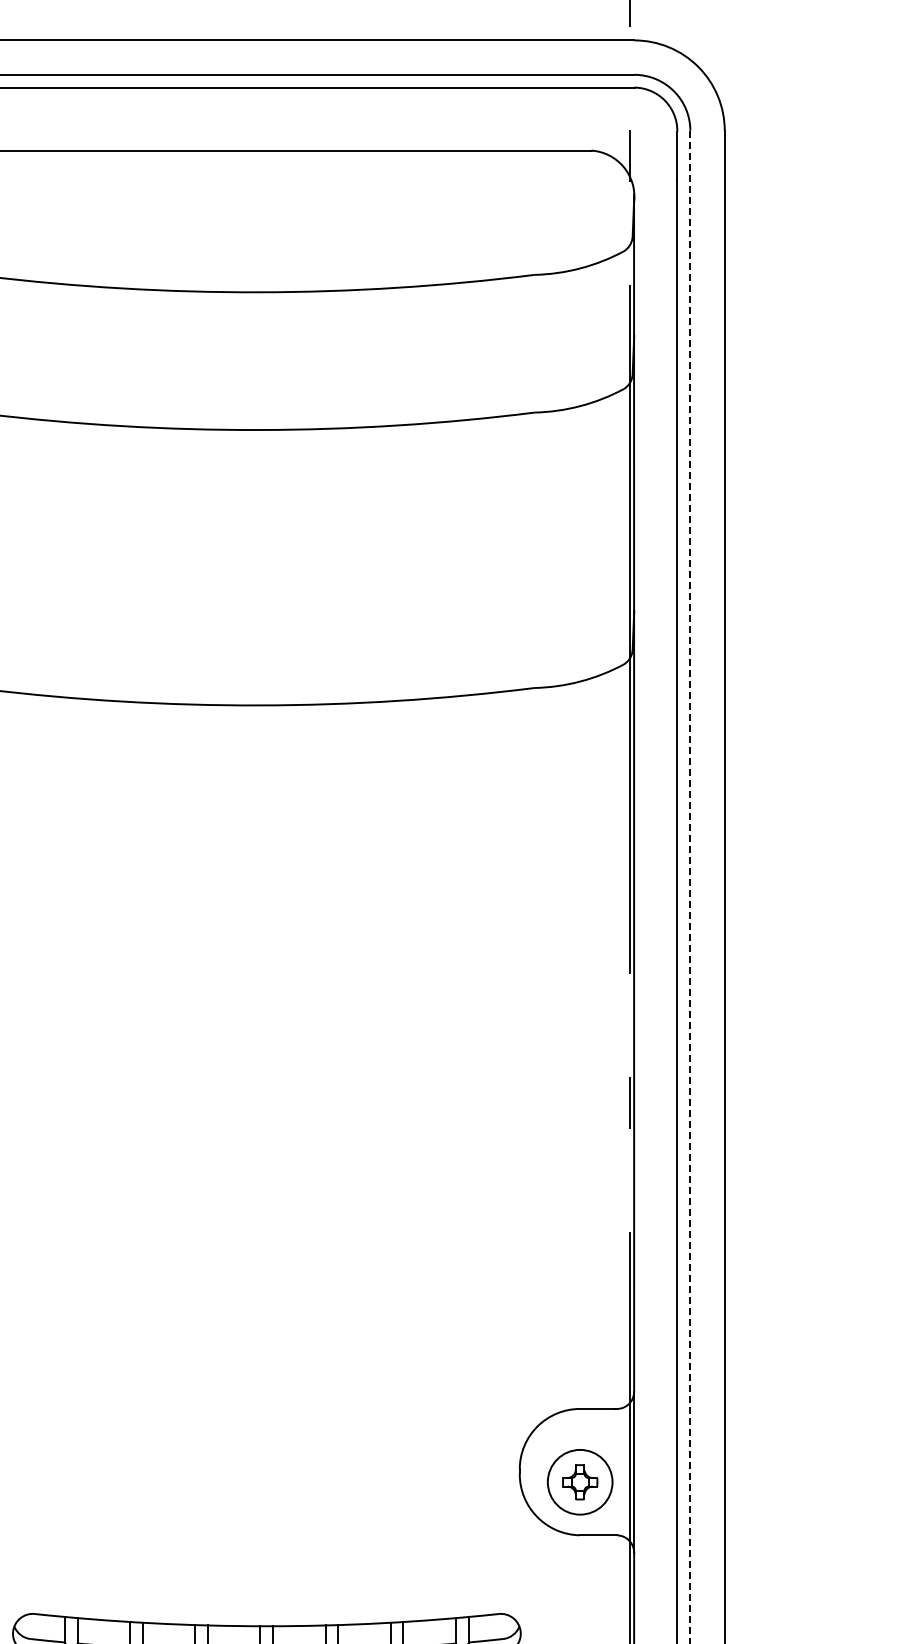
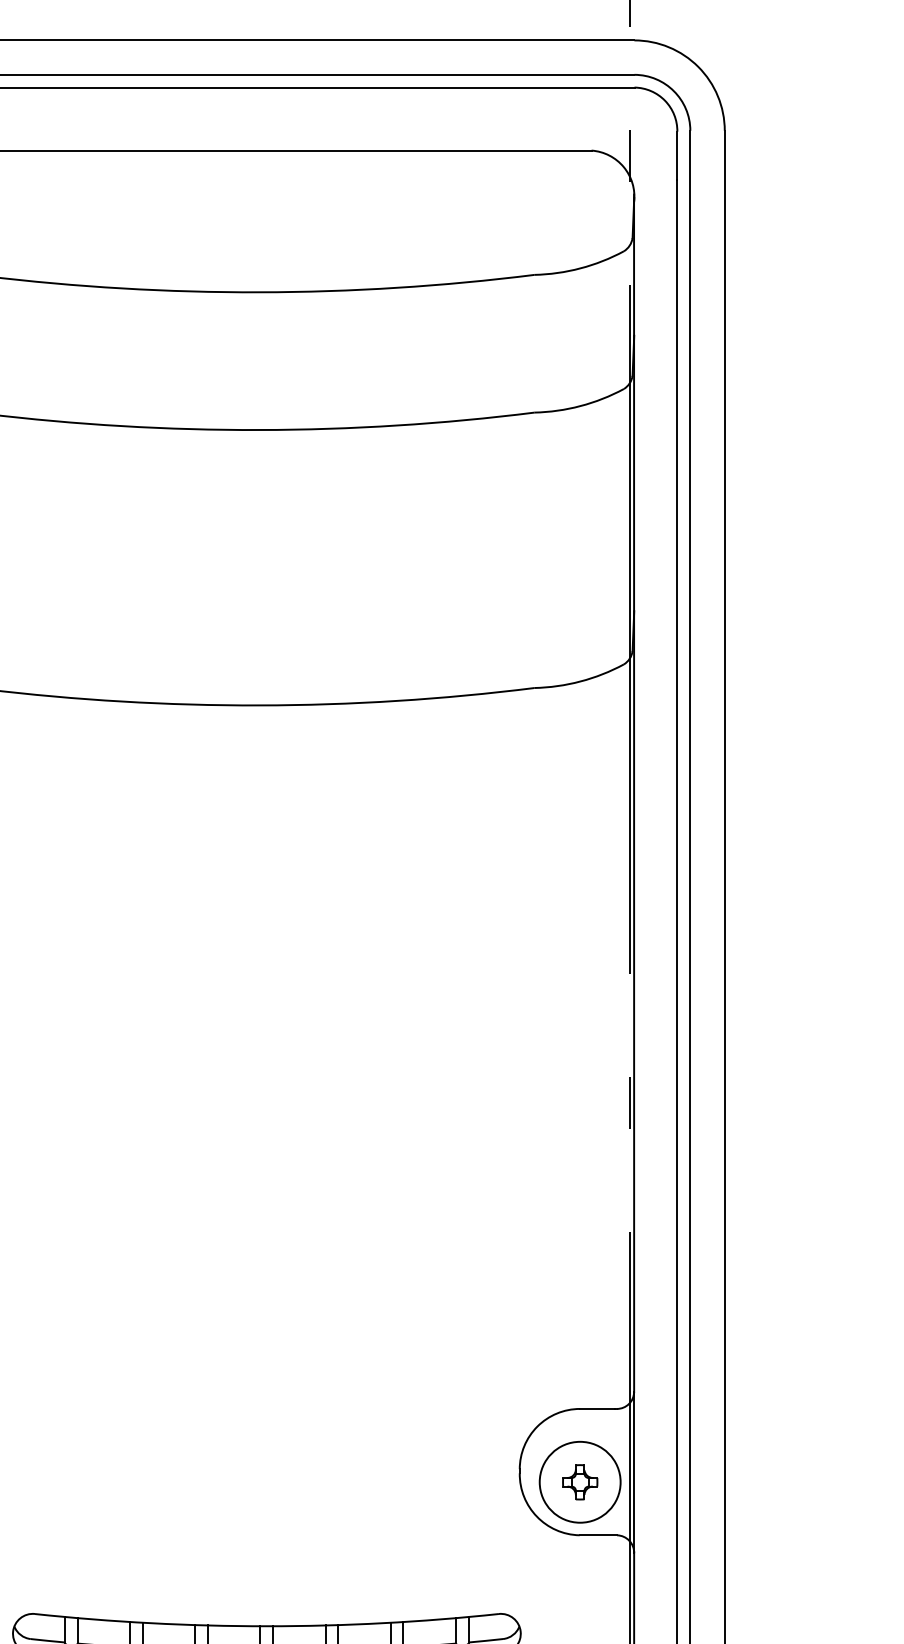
line at (690, 887): dashed -> solid
circle at (579, 1481) diameter: 65 px -> 81 px
